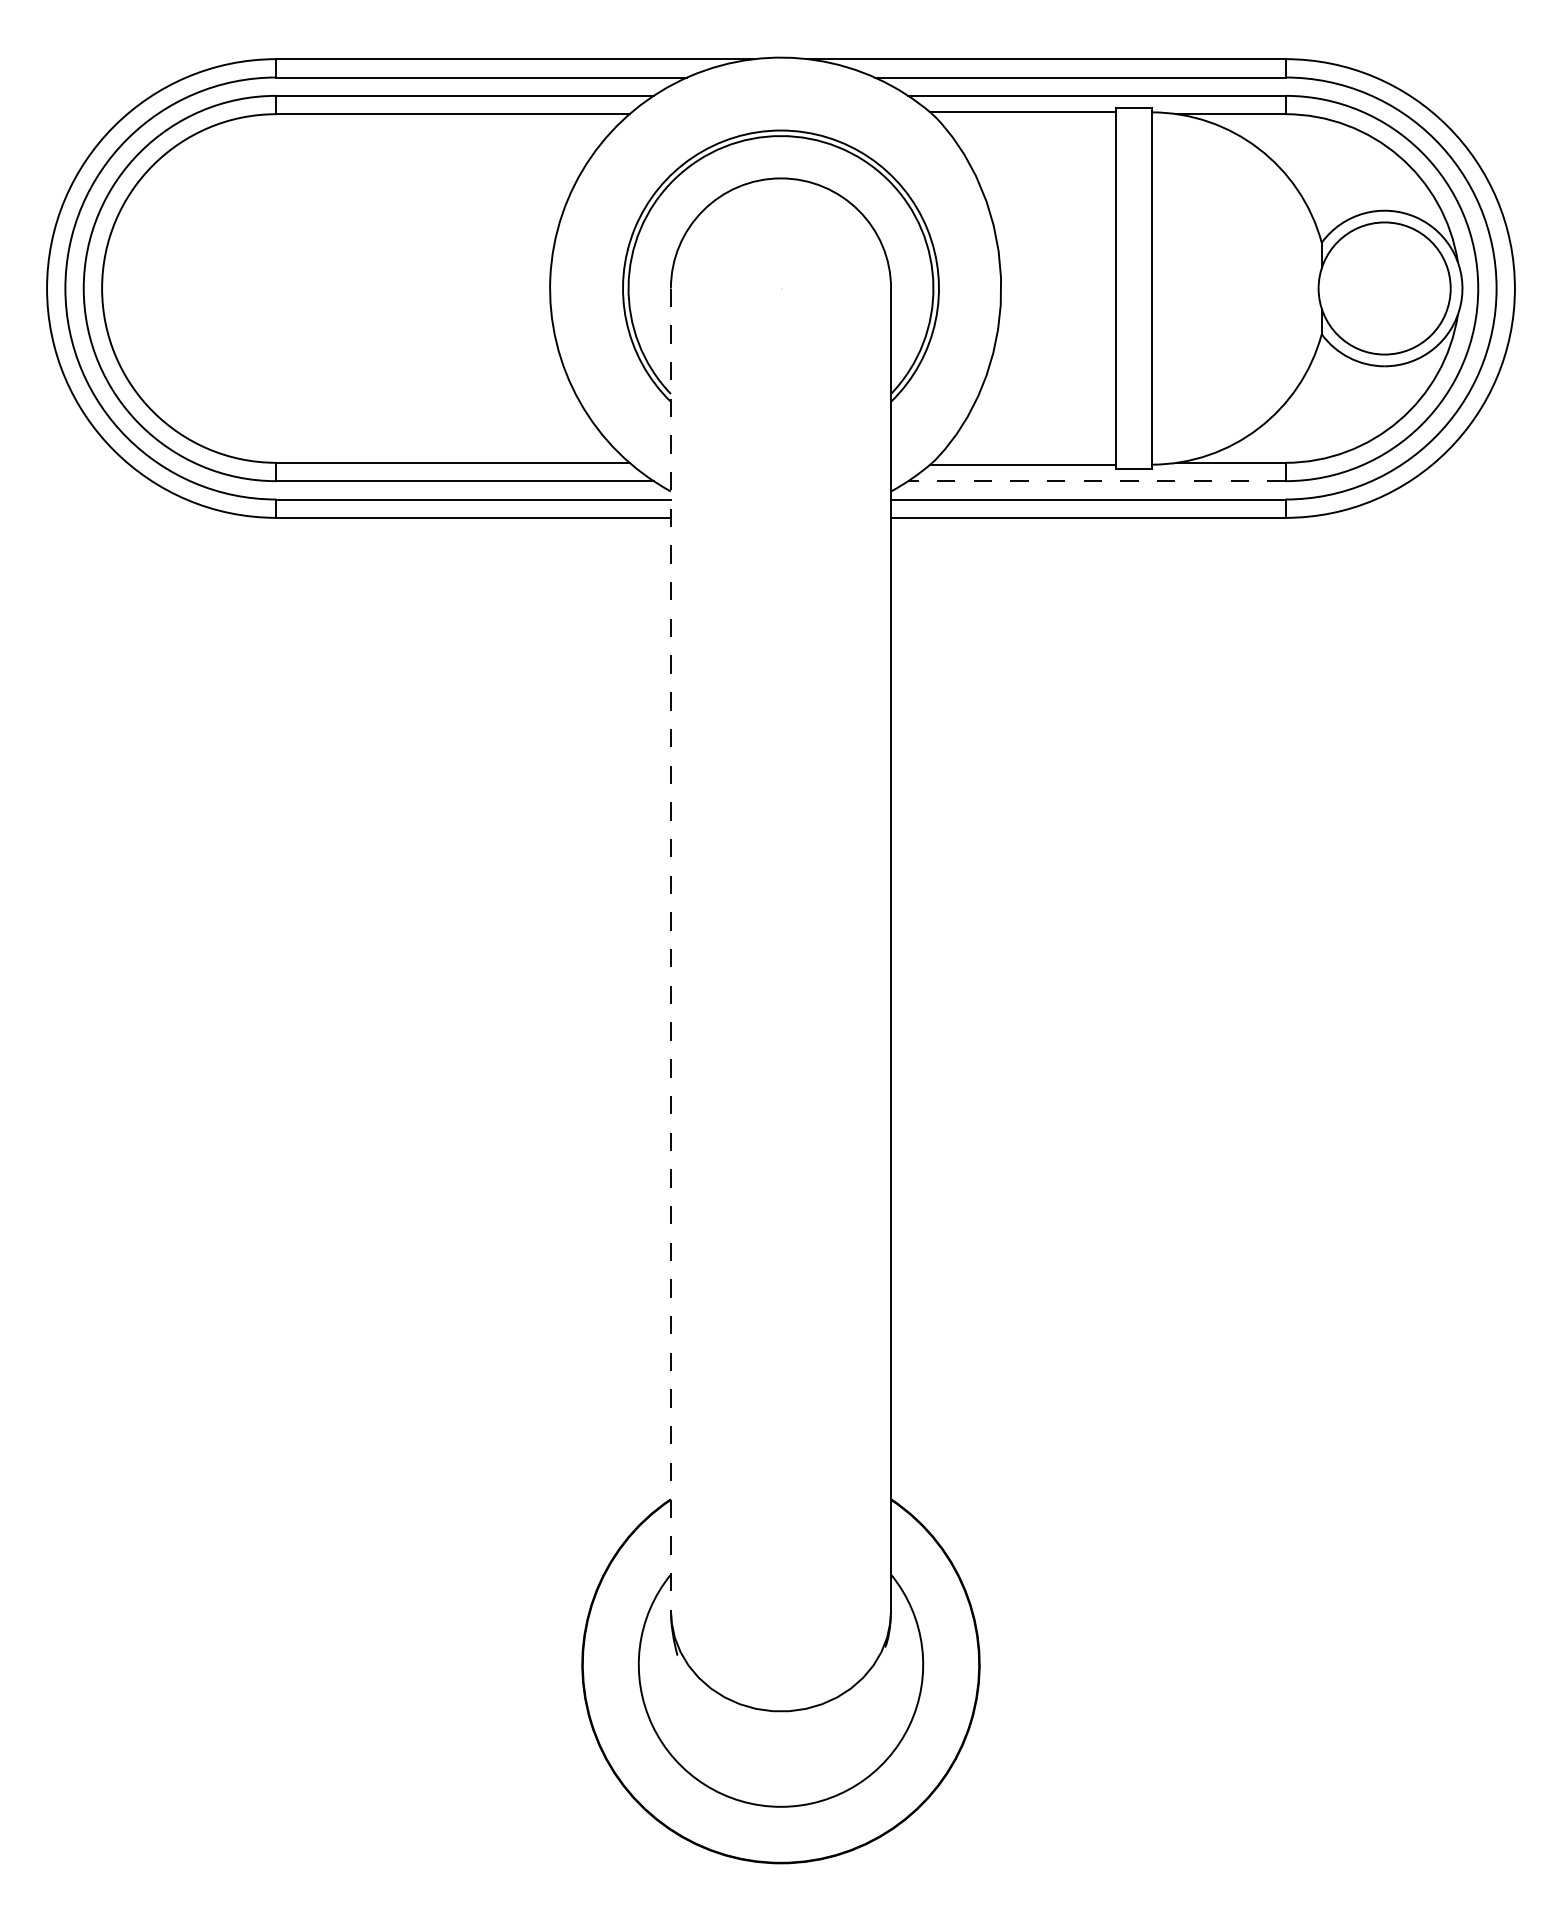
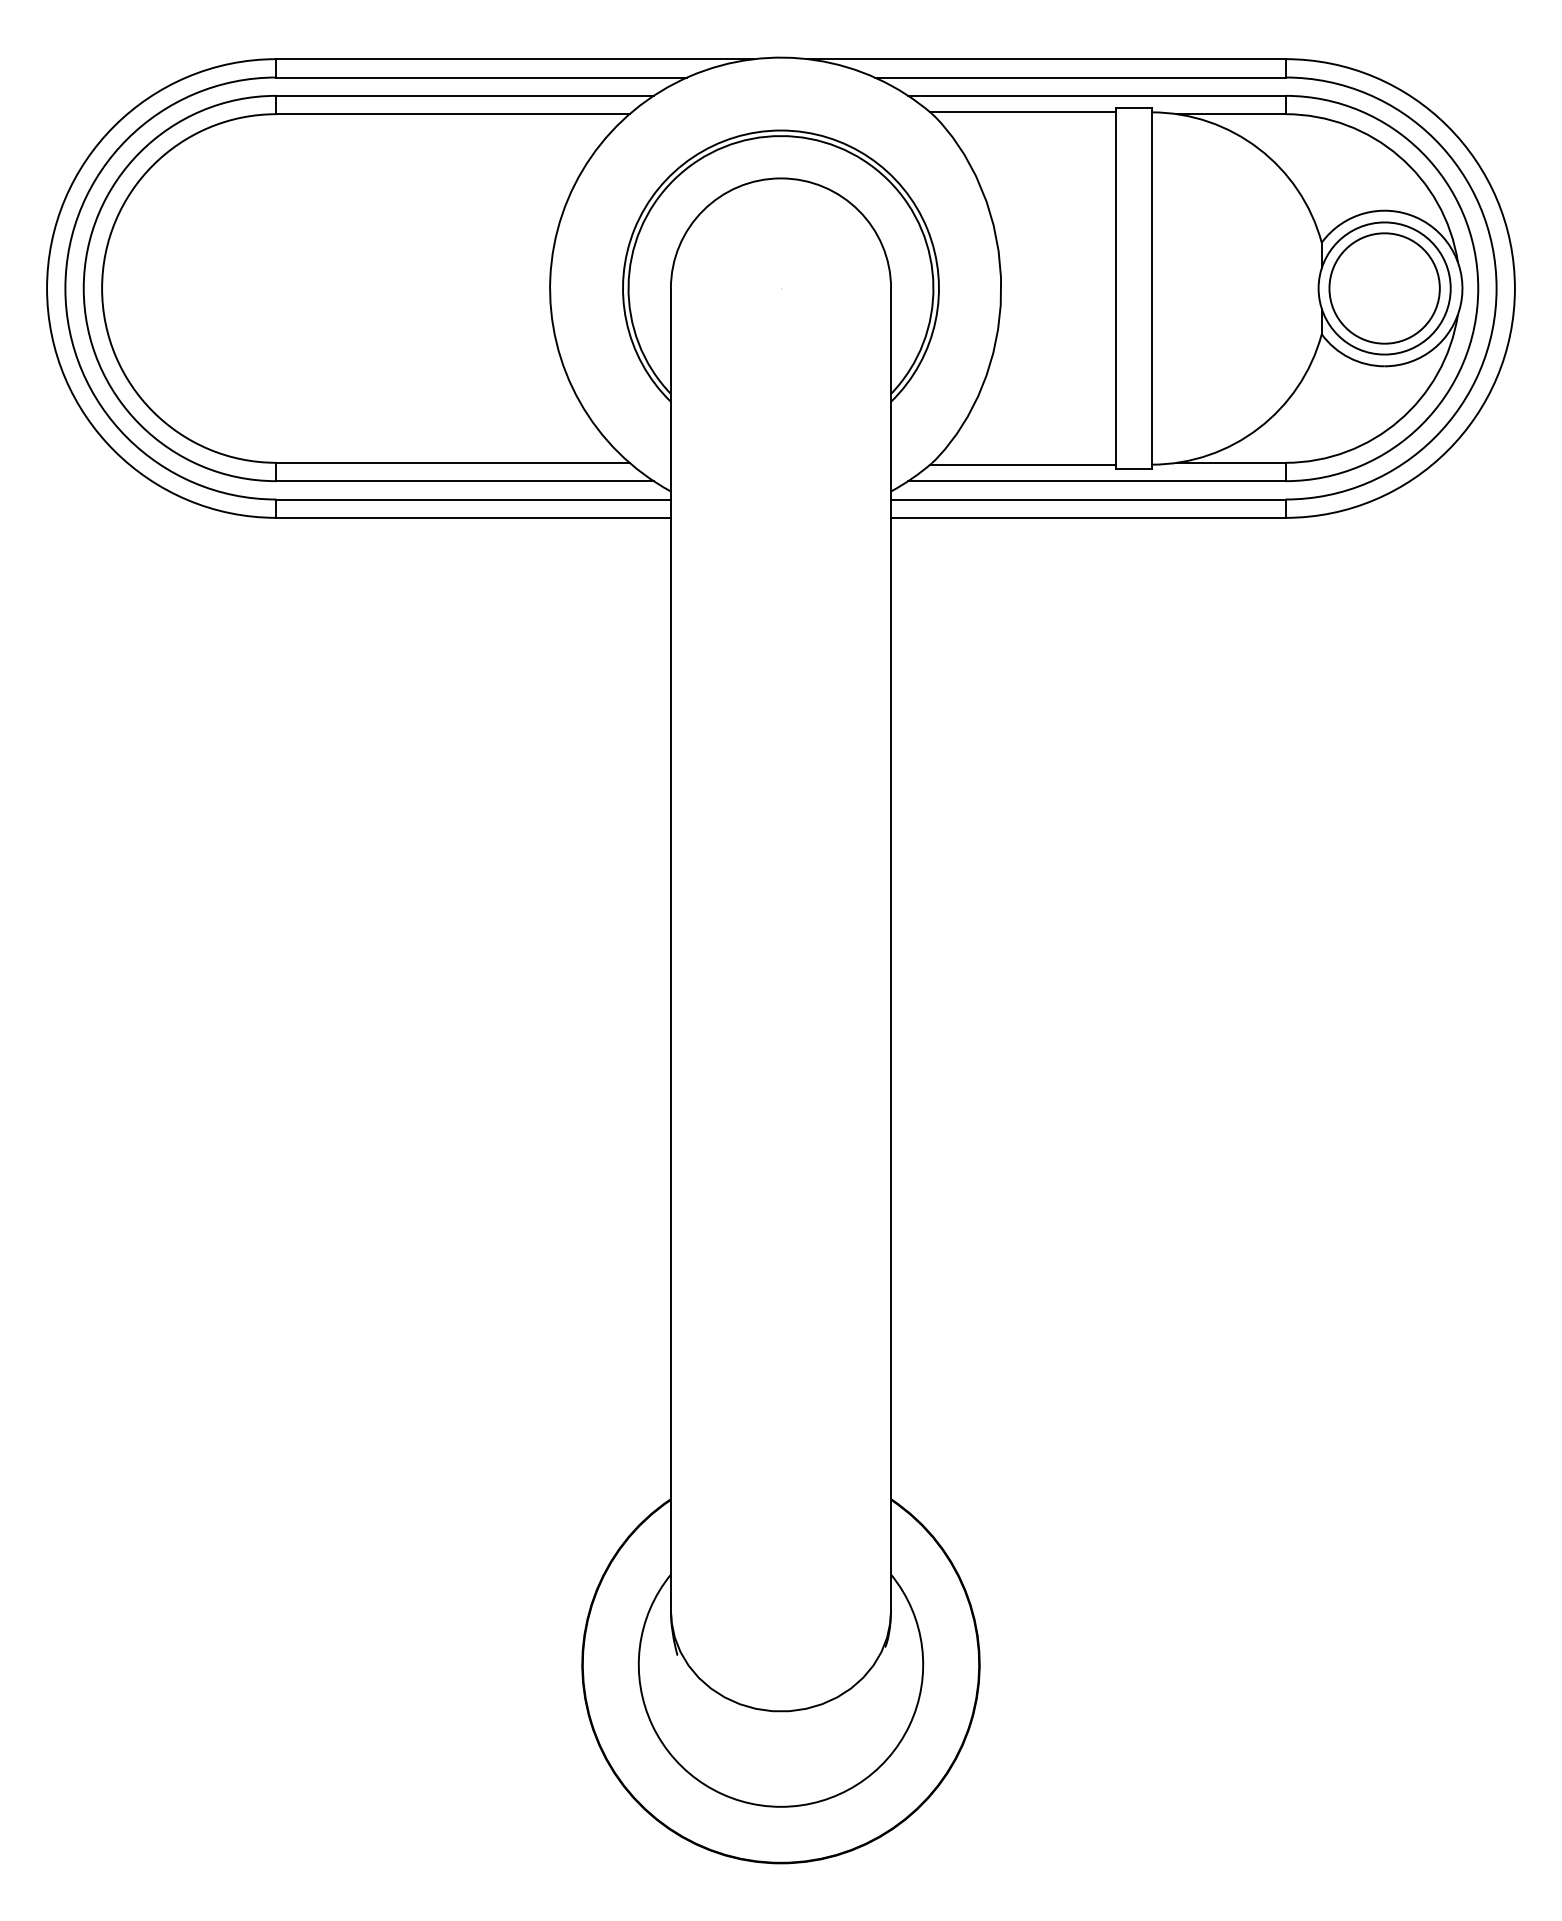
circle at (1384, 288): none -> present
line at (1096, 481): dashed -> solid
line at (670, 950): dashed -> solid
